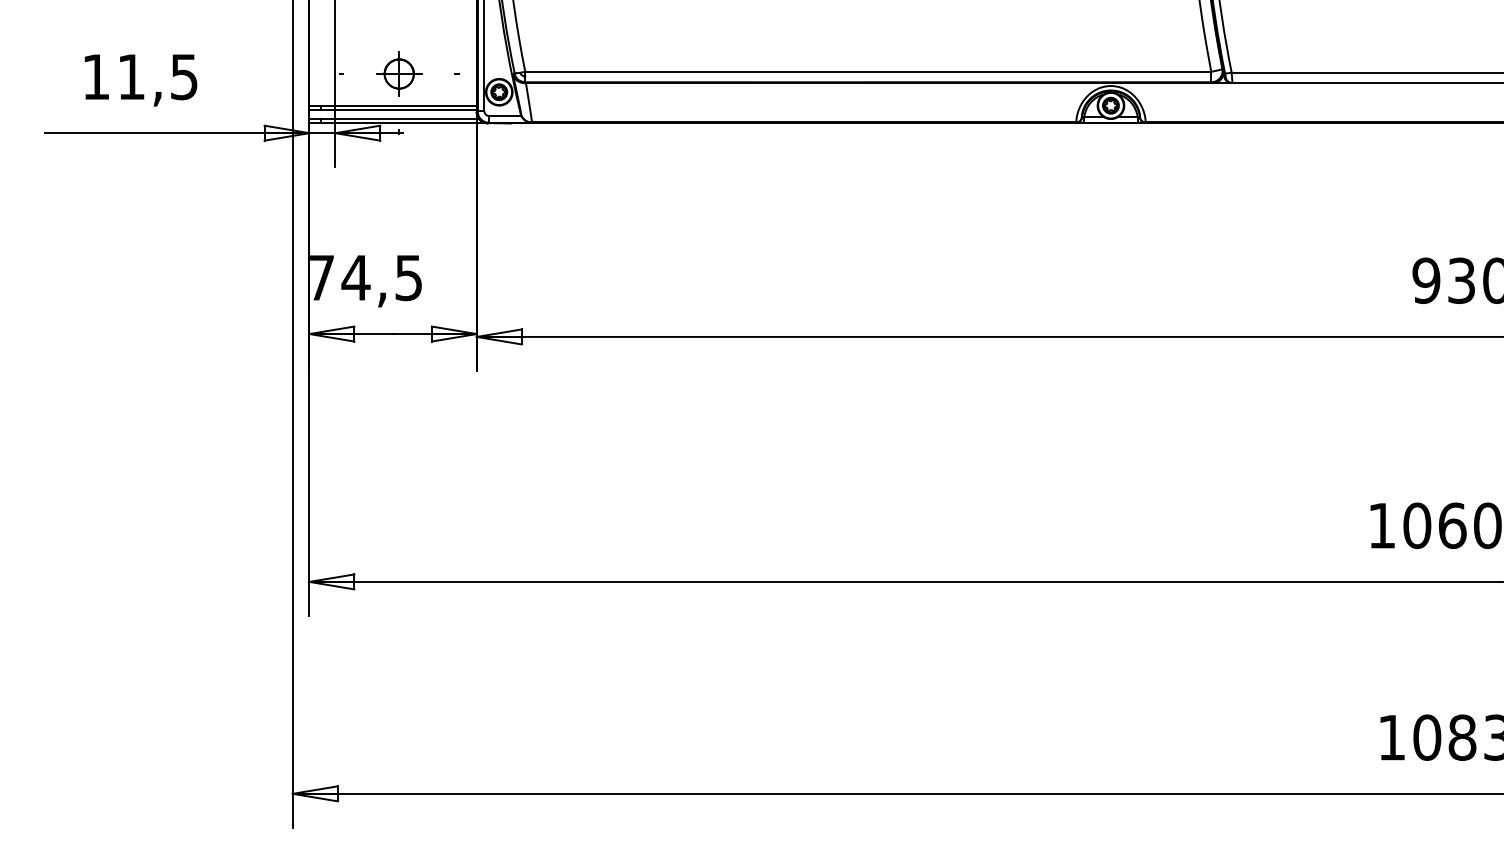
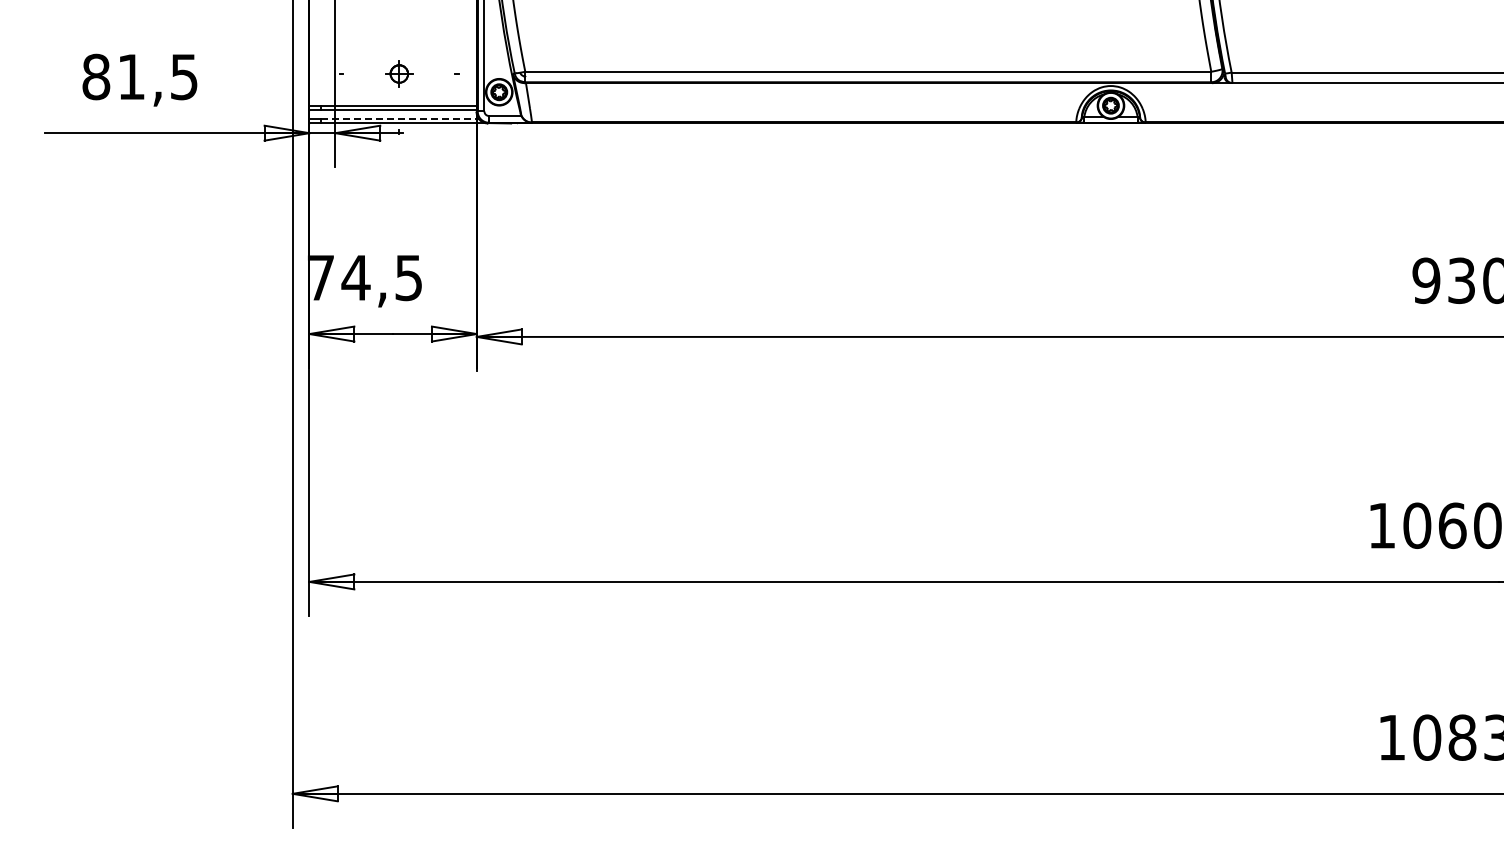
part at (399, 73) size: 47x46 px -> 29x28 px
text at (96, 76): 11,5 -> 81,5
line at (400, 118): solid -> dashed
